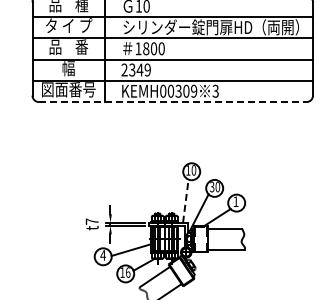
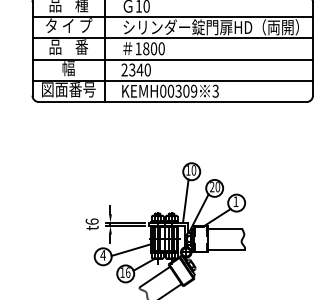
text at (147, 69): 2349 -> 2340
line at (172, 102): dashed -> solid
text at (212, 187): 30 -> 20
line at (185, 201): dashed -> solid
text at (91, 221): t7 -> t6
